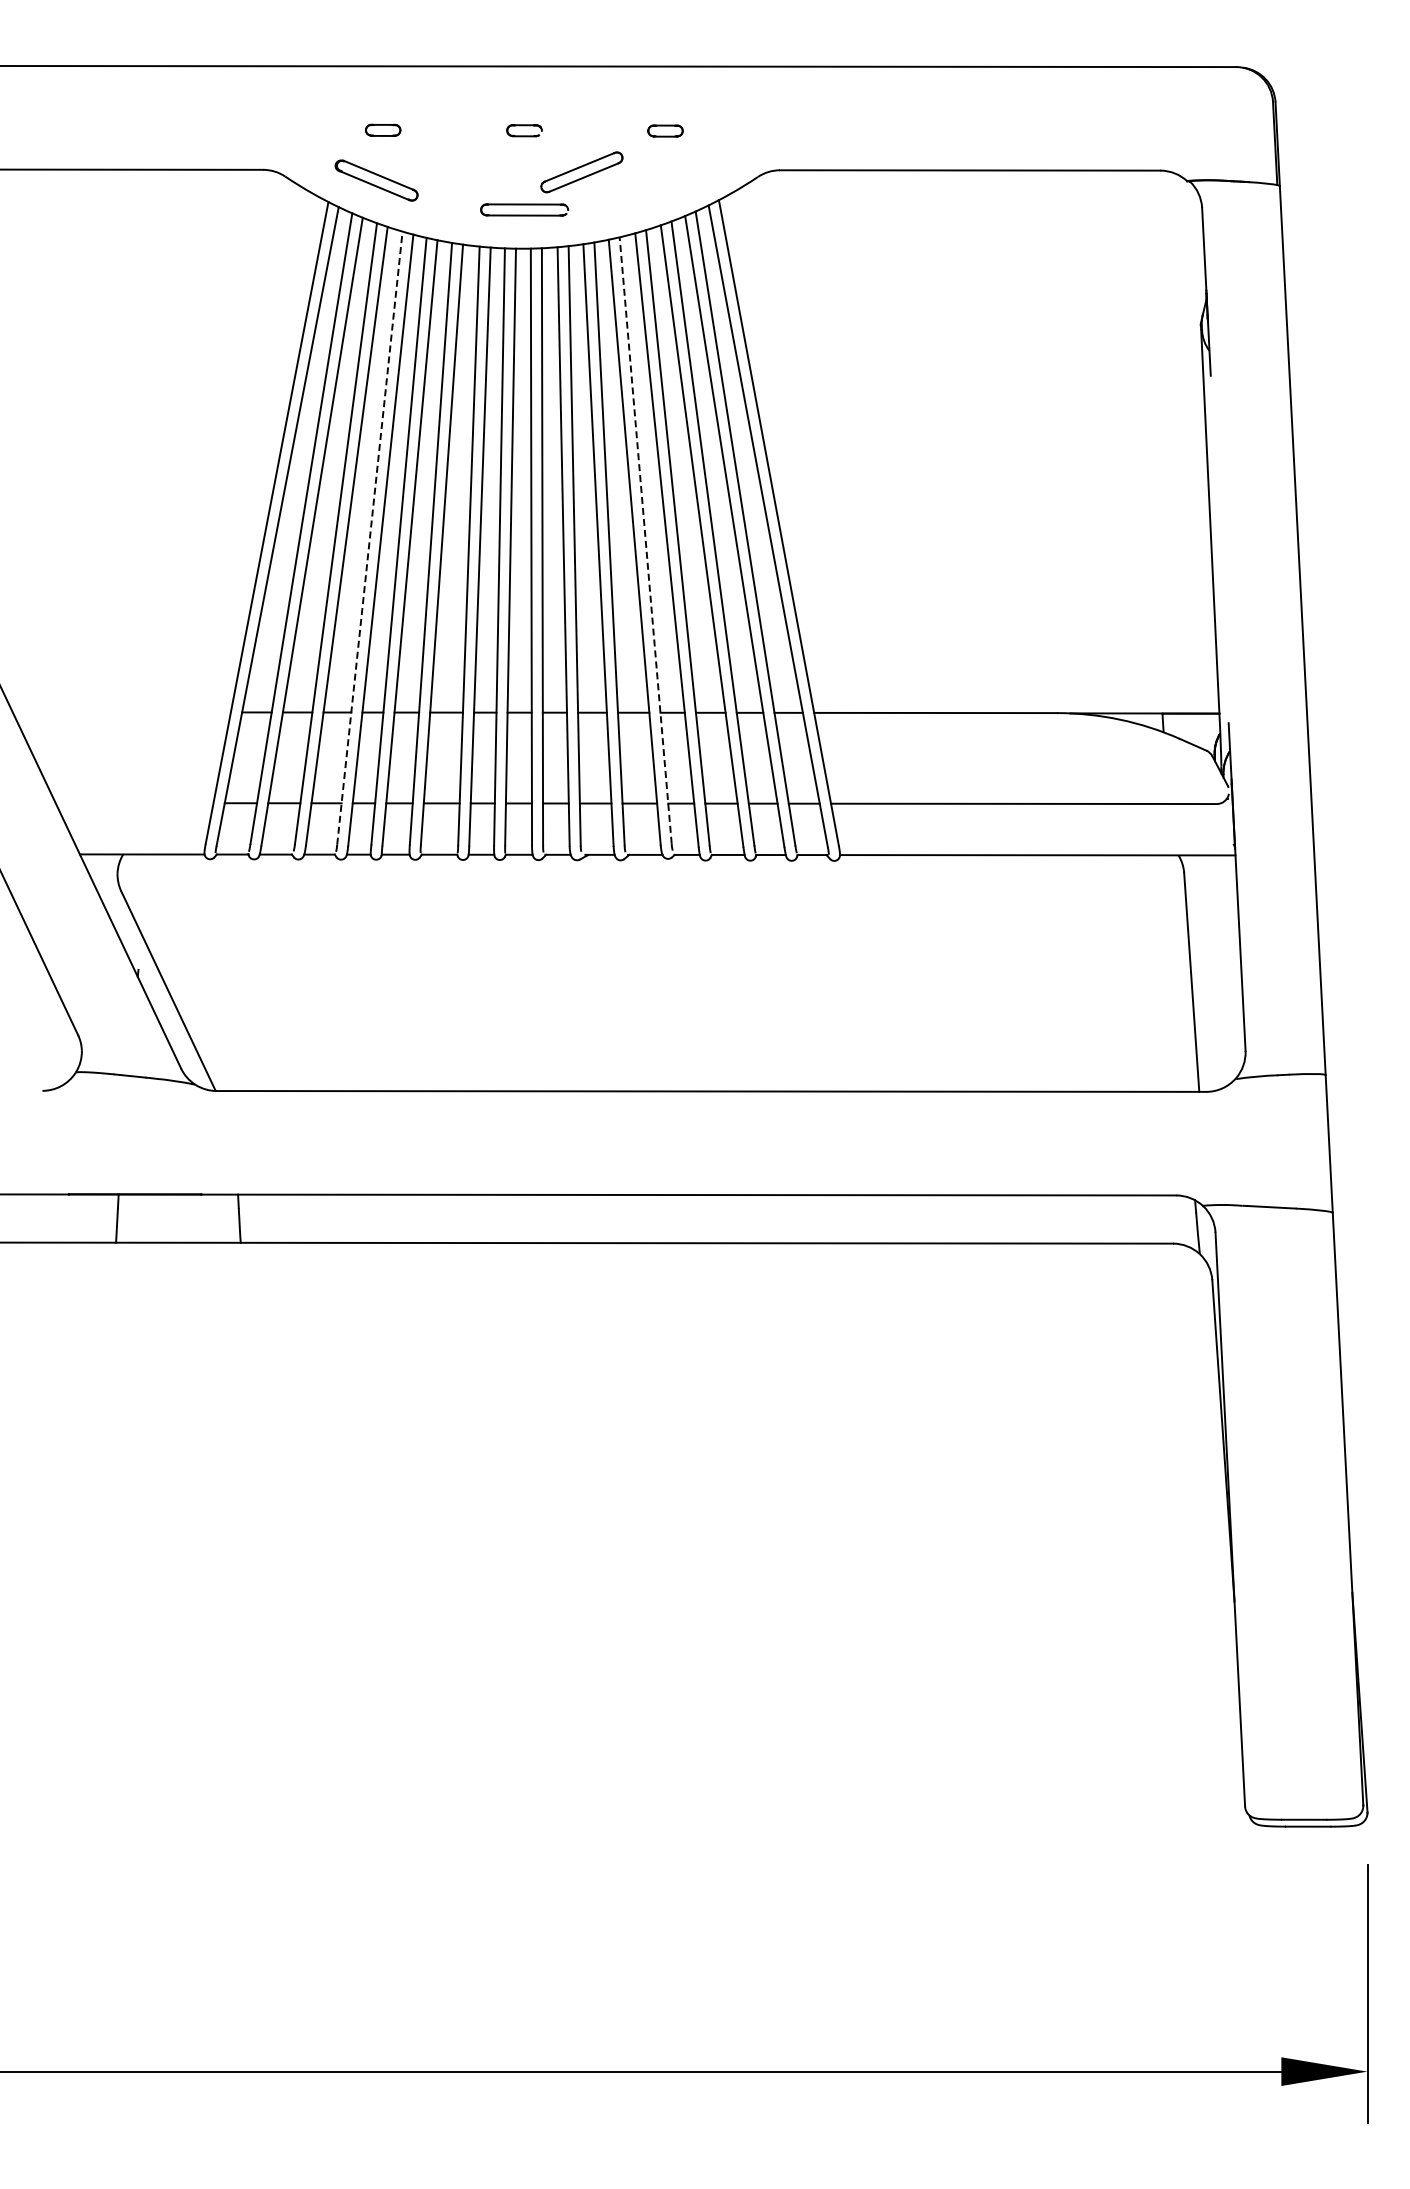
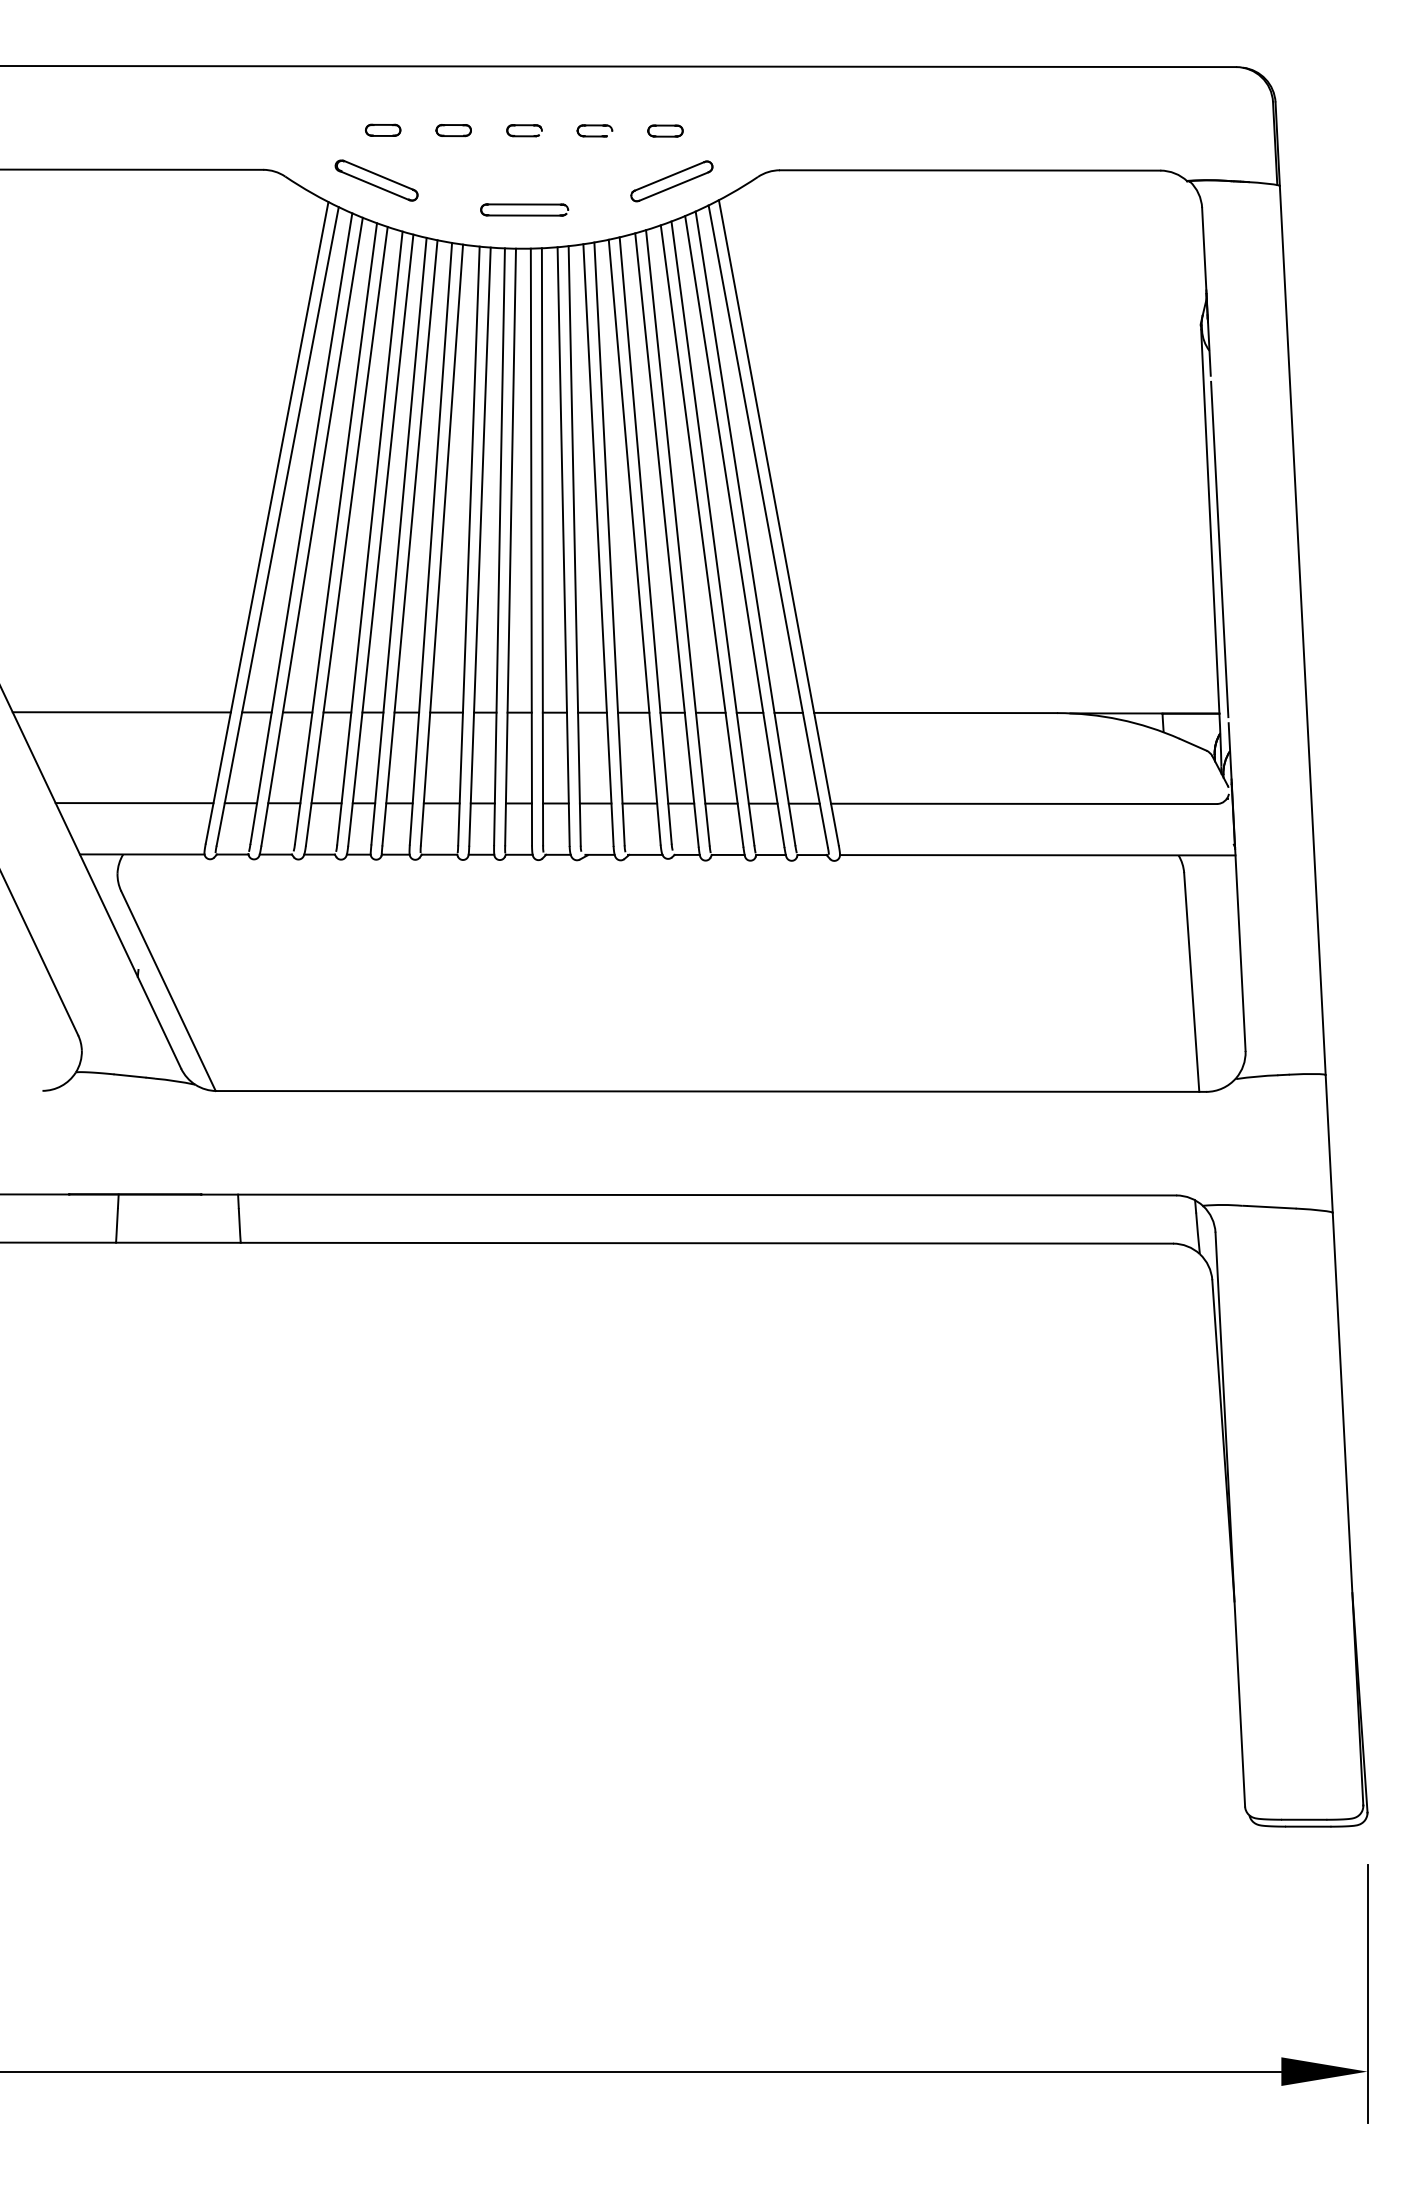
part at (453, 130): none -> present
part at (594, 130): none -> present
part at (581, 172) position: (581, 172) -> (671, 181)
line at (369, 537): dashed -> solid
line at (645, 540): dashed -> solid
line at (1219, 549): none -> present
line at (121, 712): none -> present
line at (134, 803): none -> present
